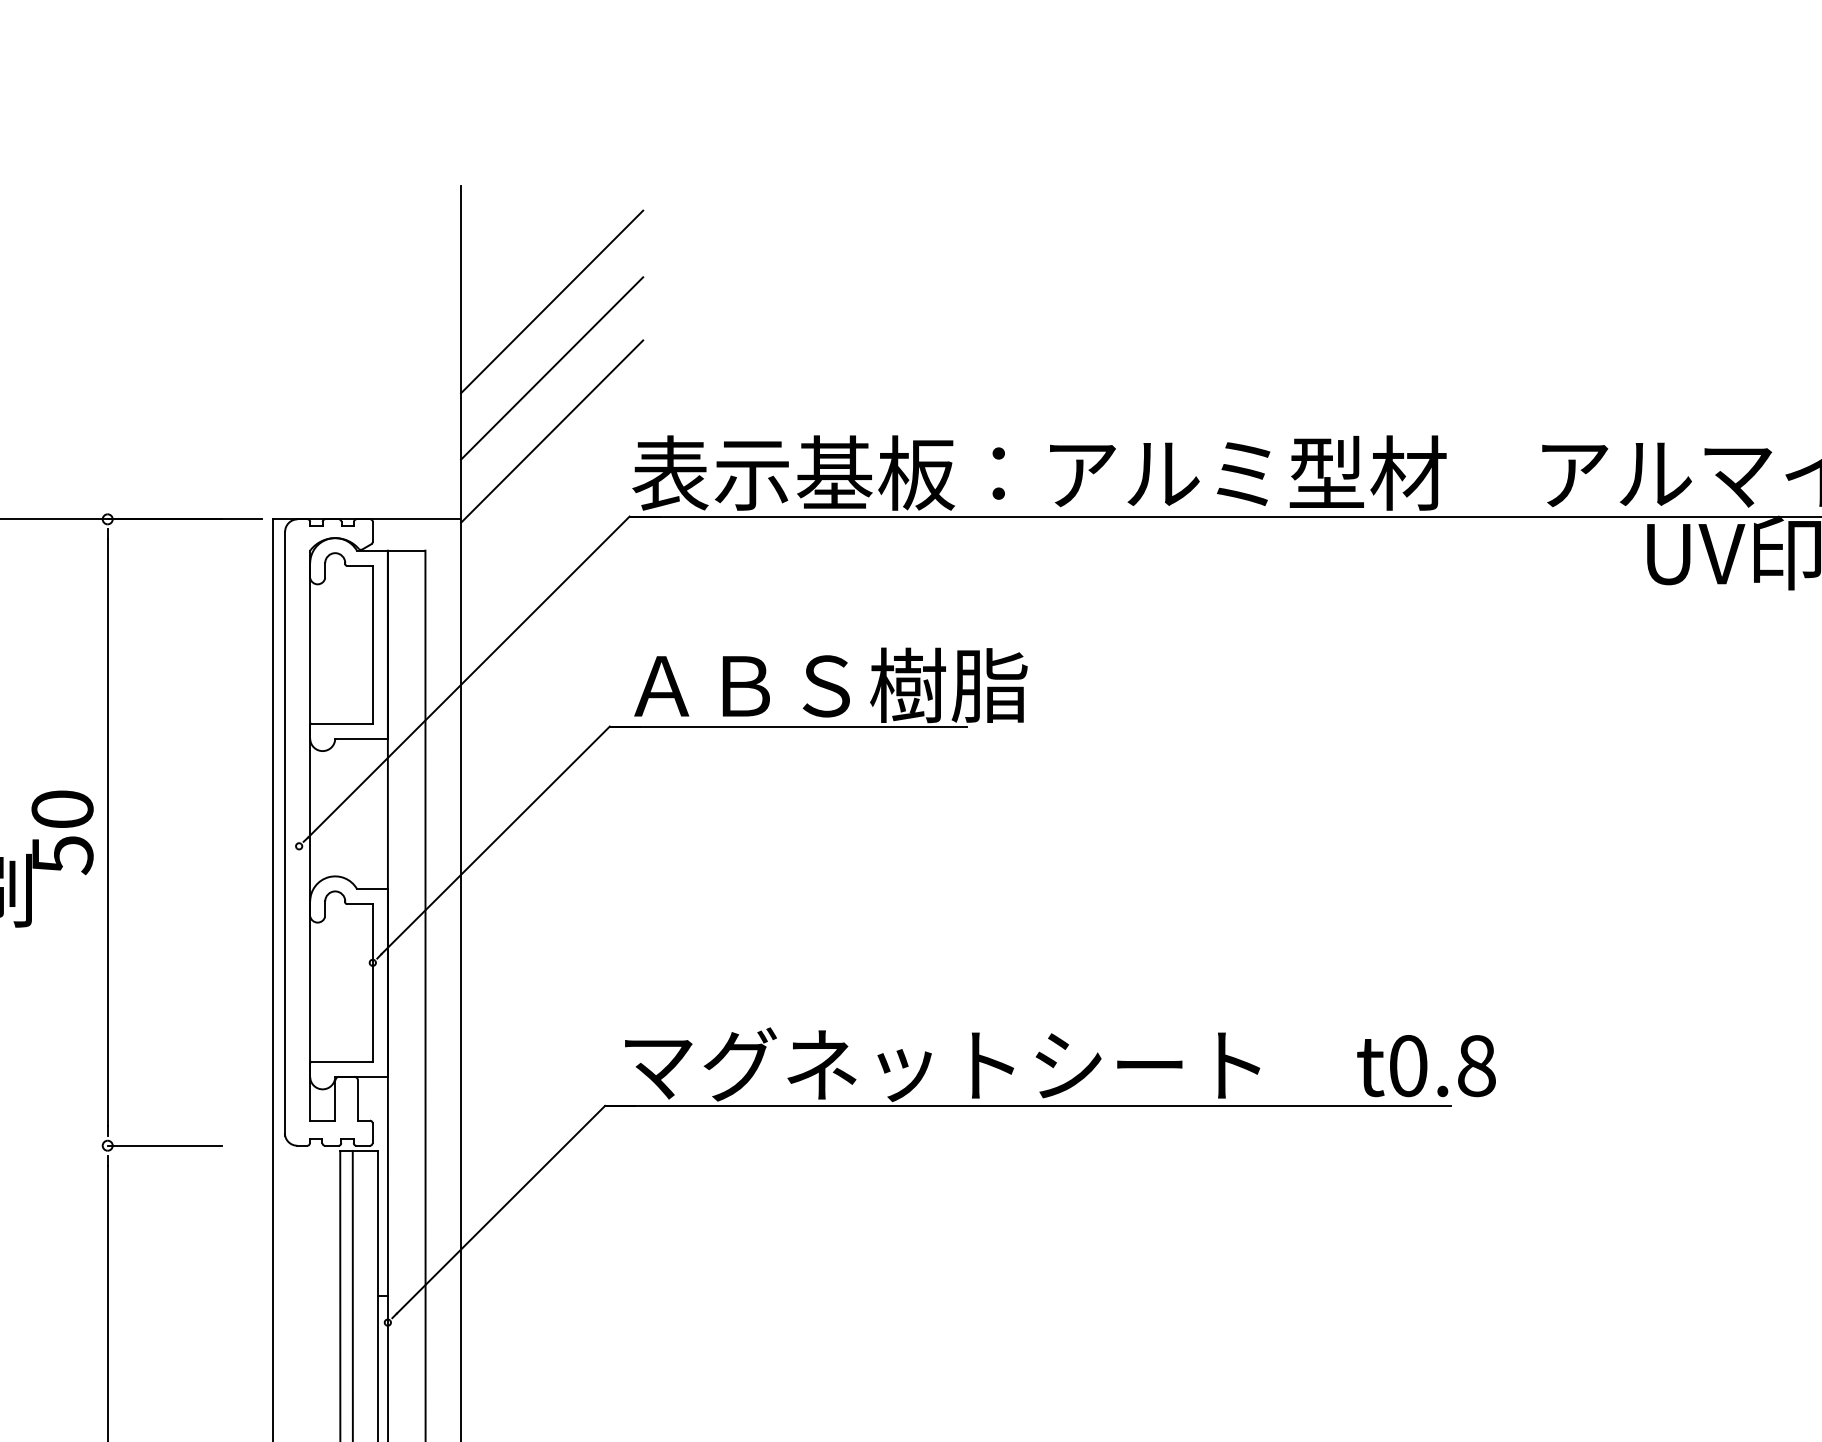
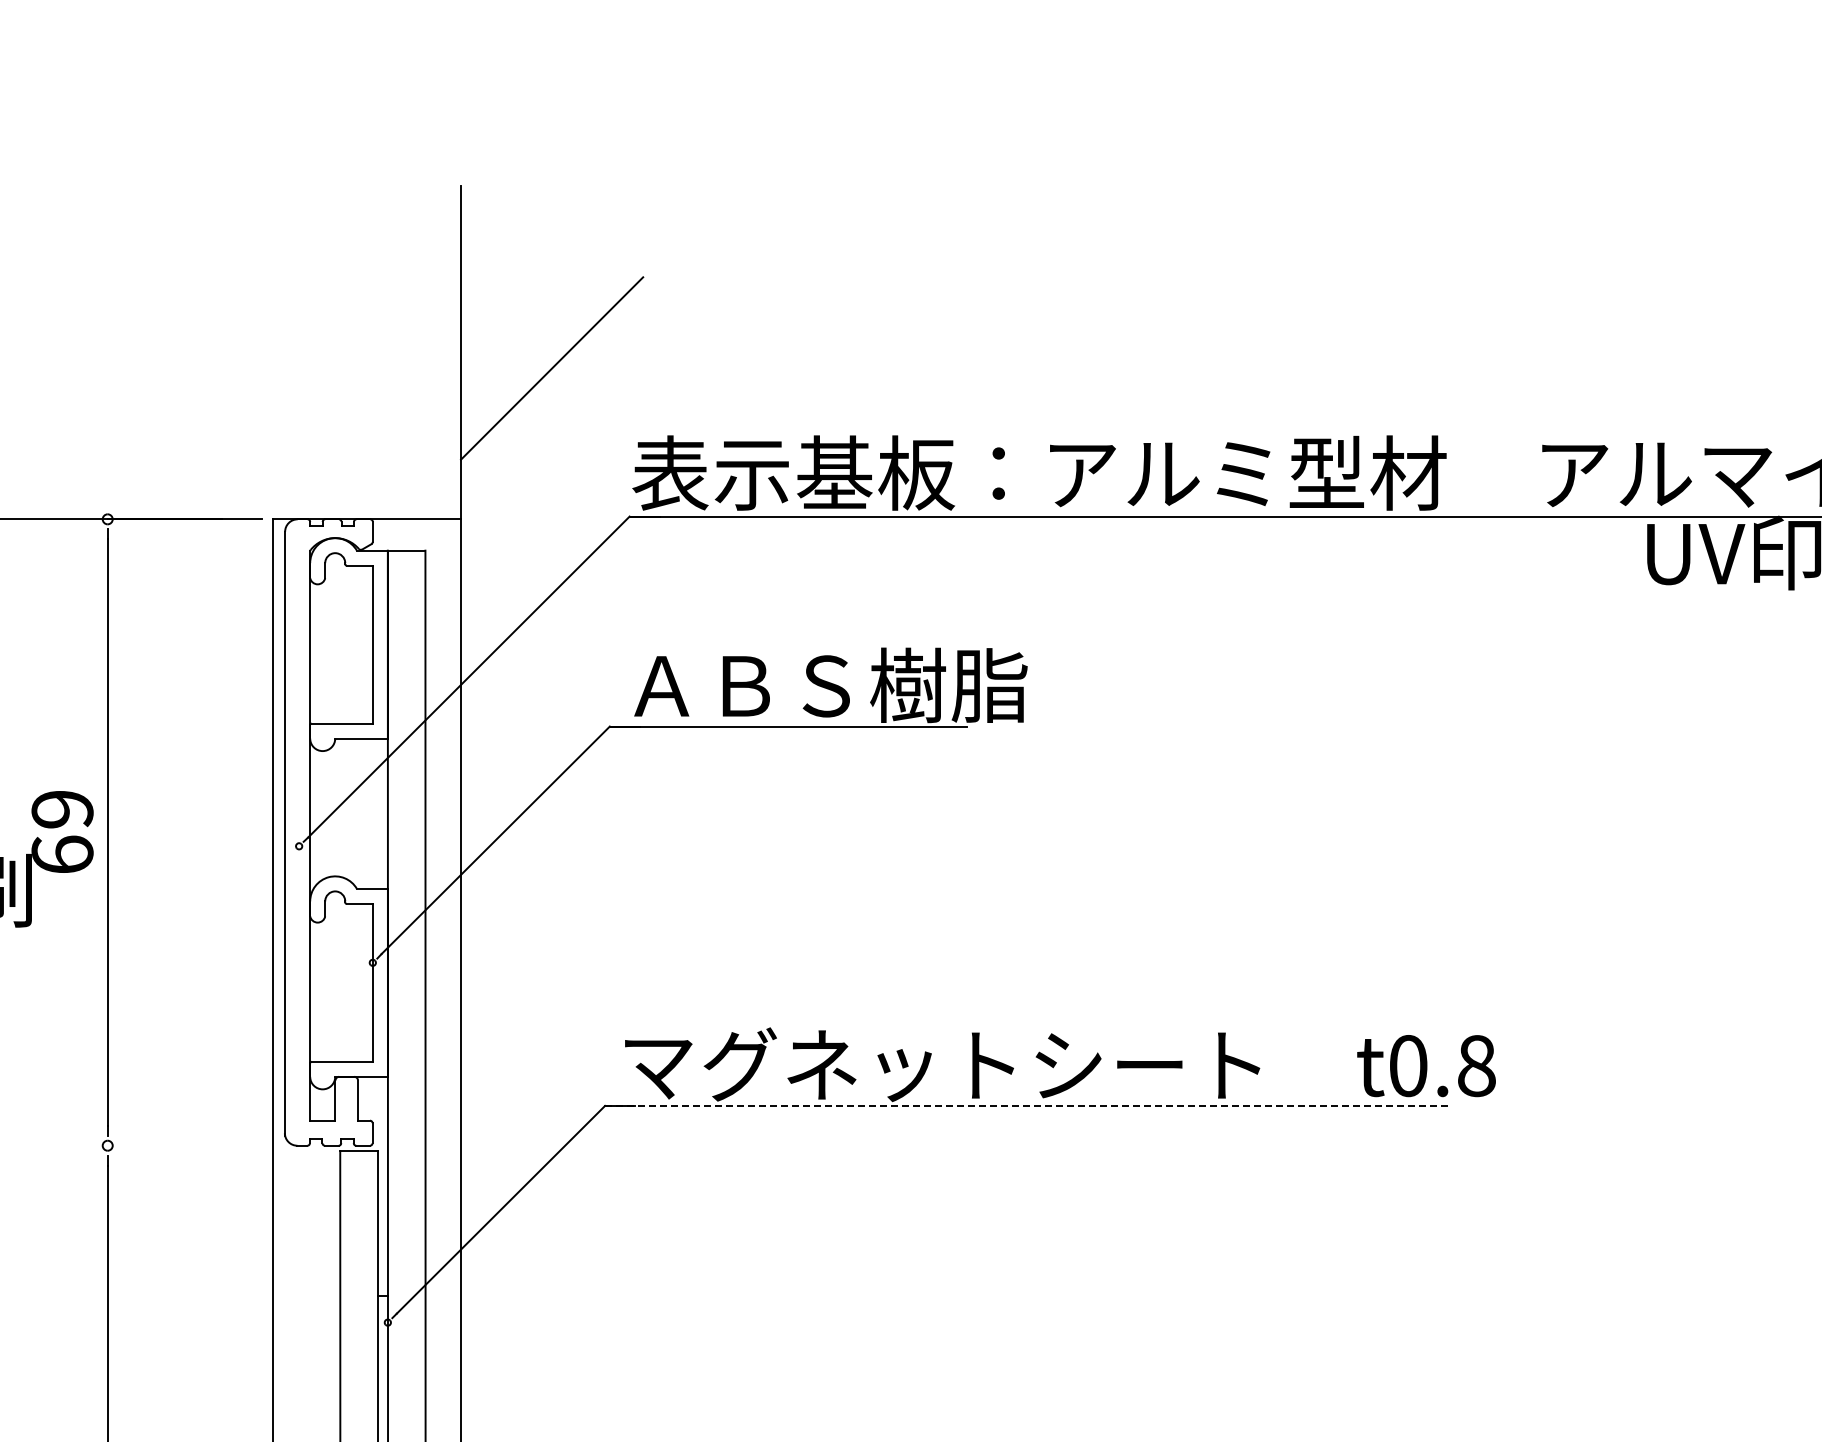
line at (552, 301): present -> none
line at (552, 431): present -> none
text at (62, 832): 50 -> 69
line at (1028, 1105): solid -> dashed
line at (164, 1145): present -> none
line at (352, 1294): present -> none
